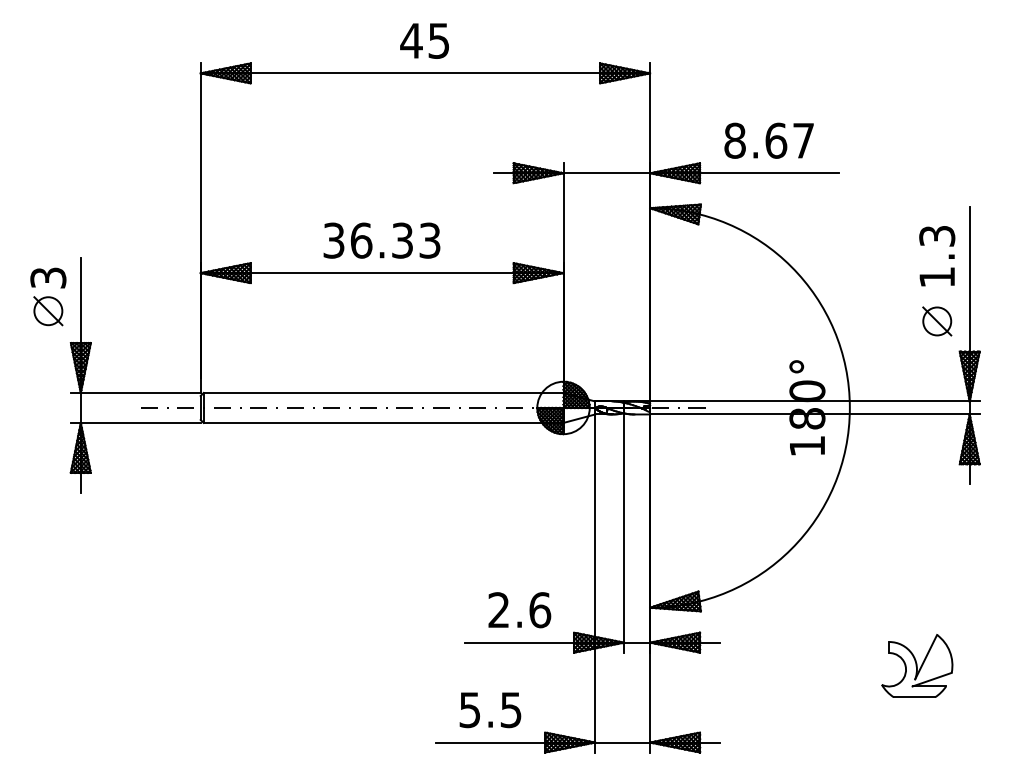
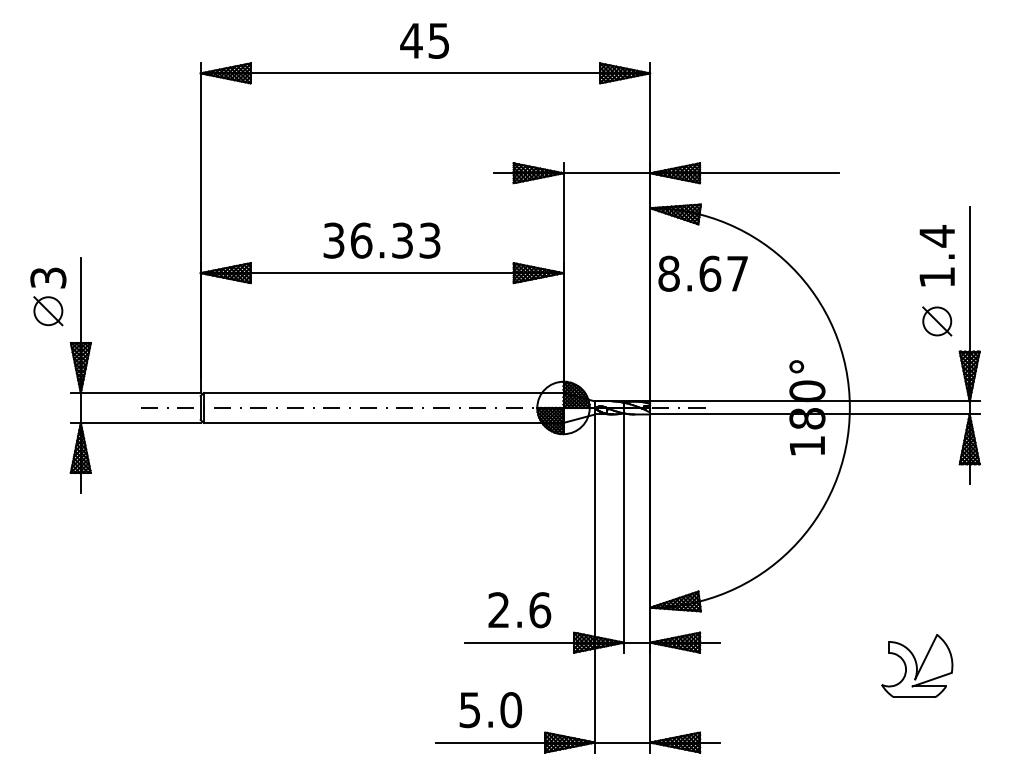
text at (768, 140) position: (768, 140) -> (702, 273)
text at (937, 236): 1.3 -> 1.4
text at (511, 710): 5.5 -> 5.0
